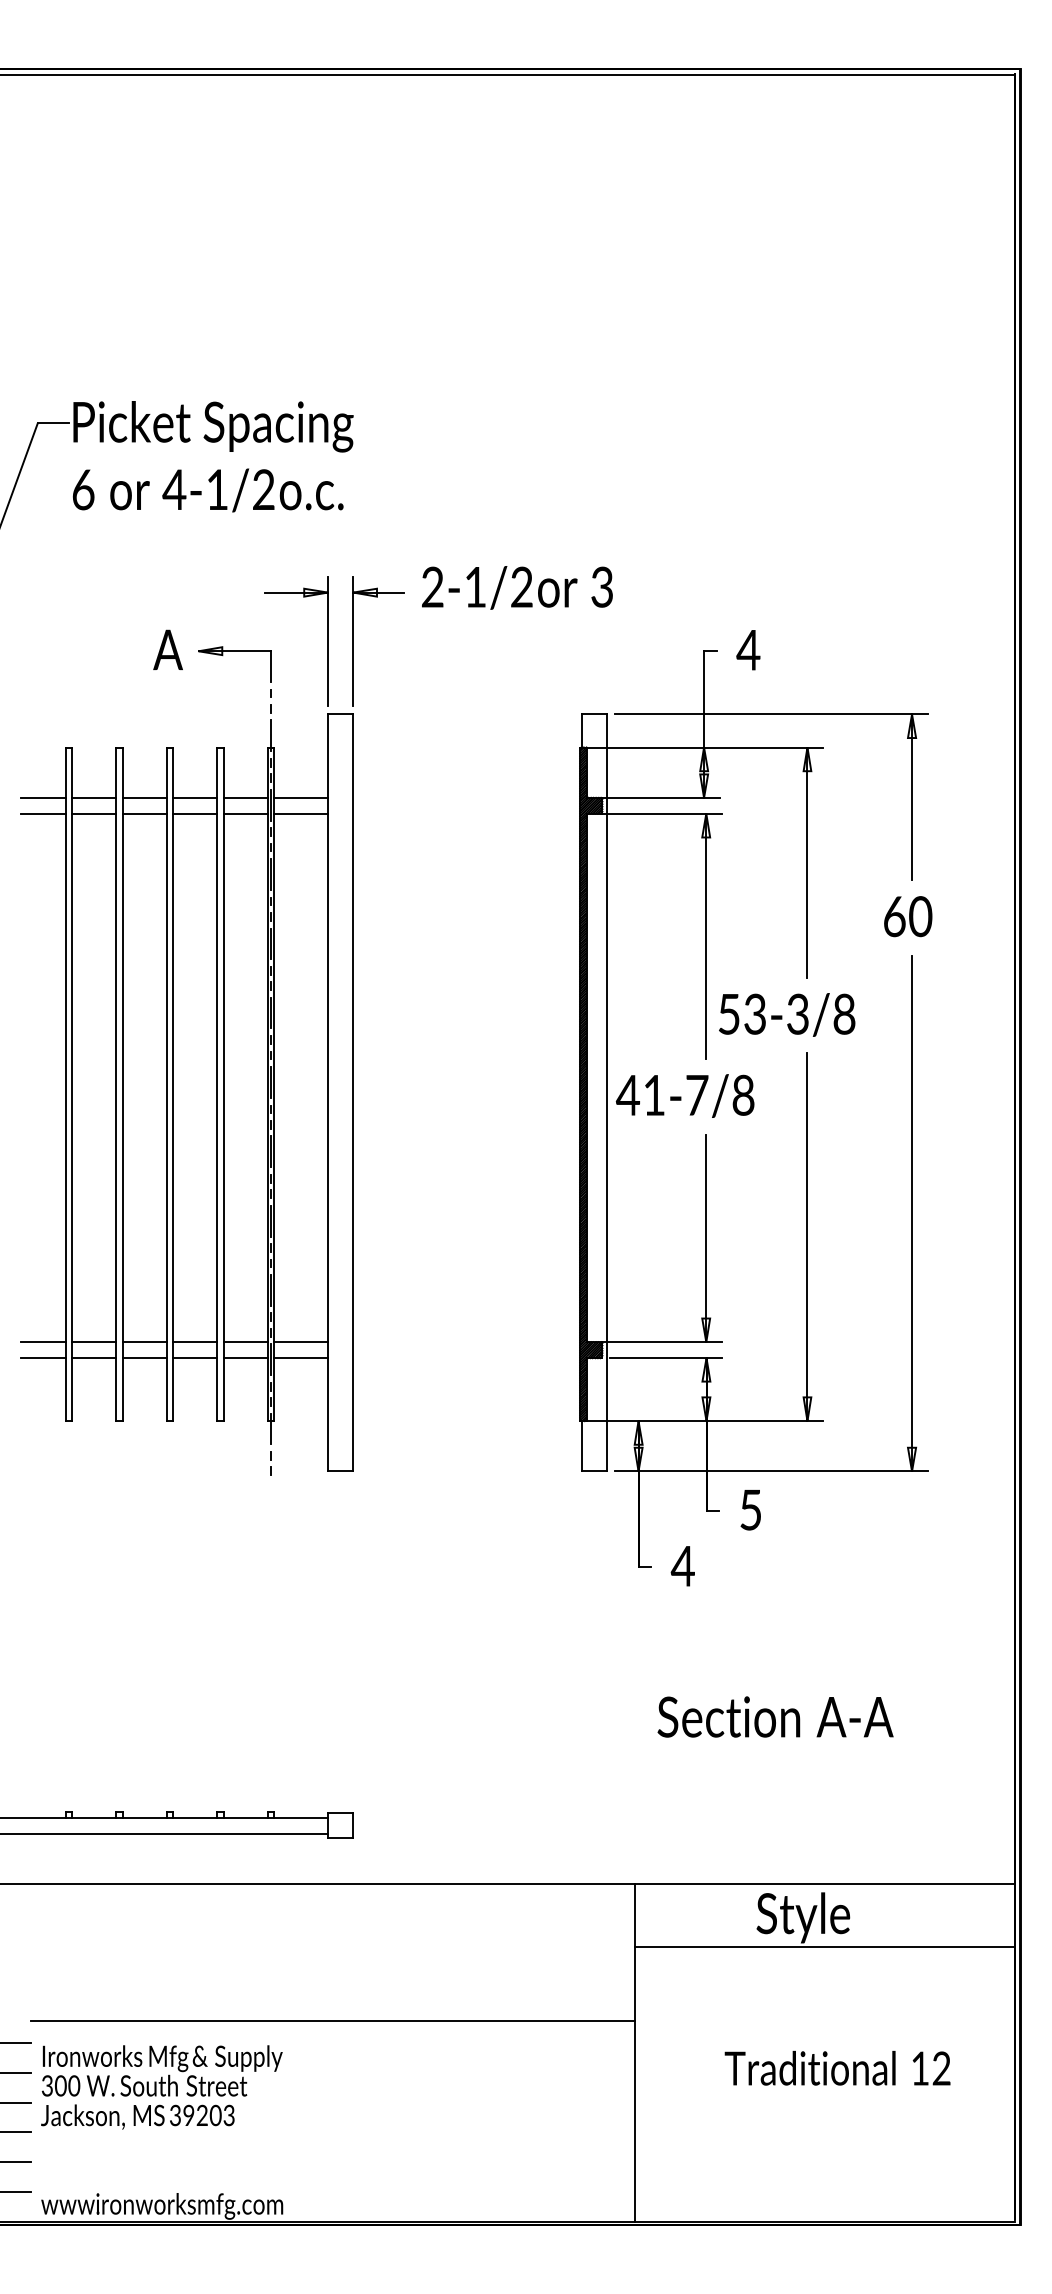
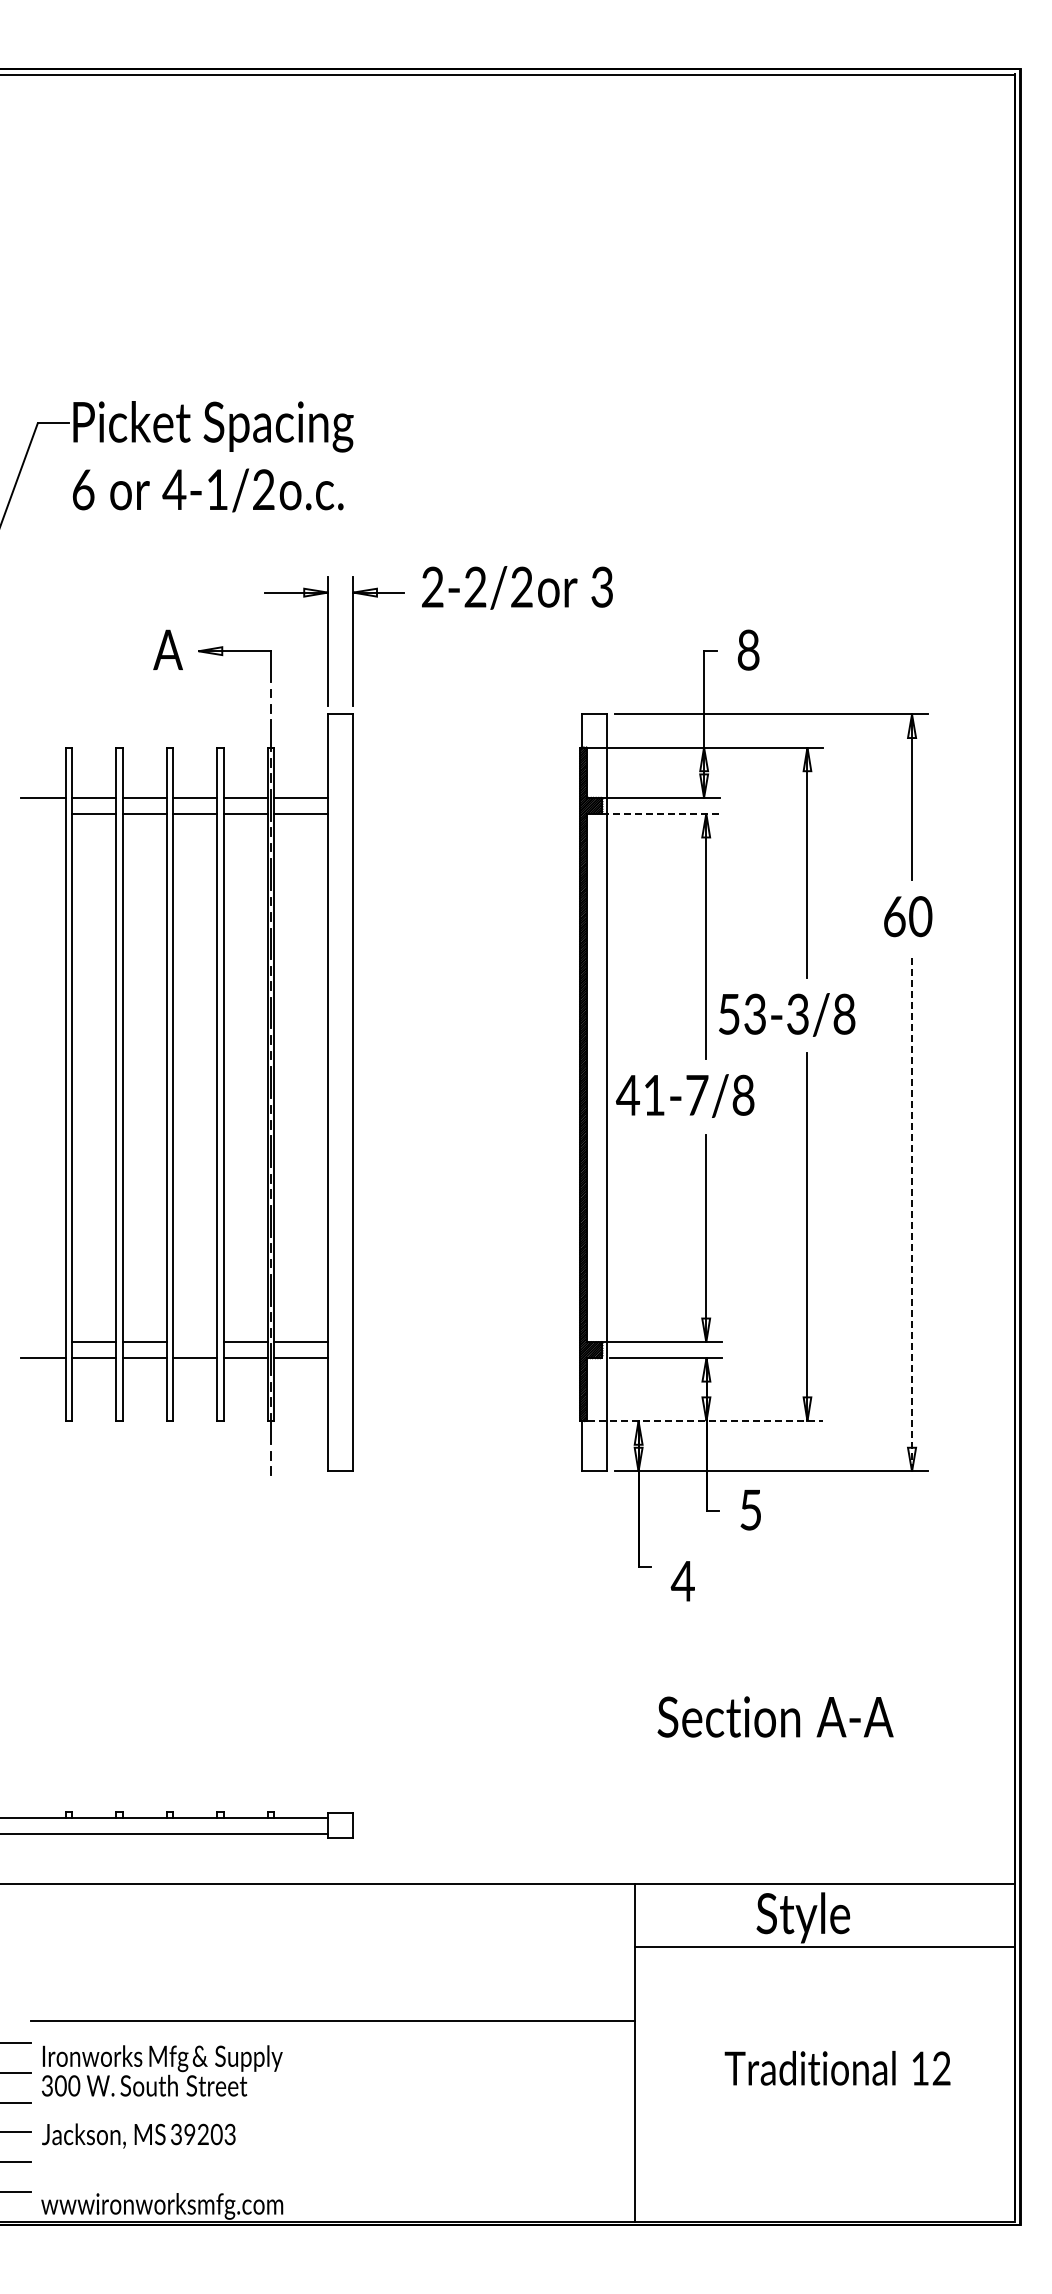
text at (475, 586): 2-1/2 -> 2-2/2
text at (748, 649): 4 -> 8
line at (43, 813): present -> none
line at (662, 813): solid -> dashed
line at (912, 1213): solid -> dashed
line at (43, 1342): present -> none
line at (195, 1342): present -> none
line at (705, 1421): solid -> dashed
text at (682, 1566) position: (682, 1566) -> (682, 1581)
text at (137, 2116) position: (137, 2116) -> (138, 2135)
